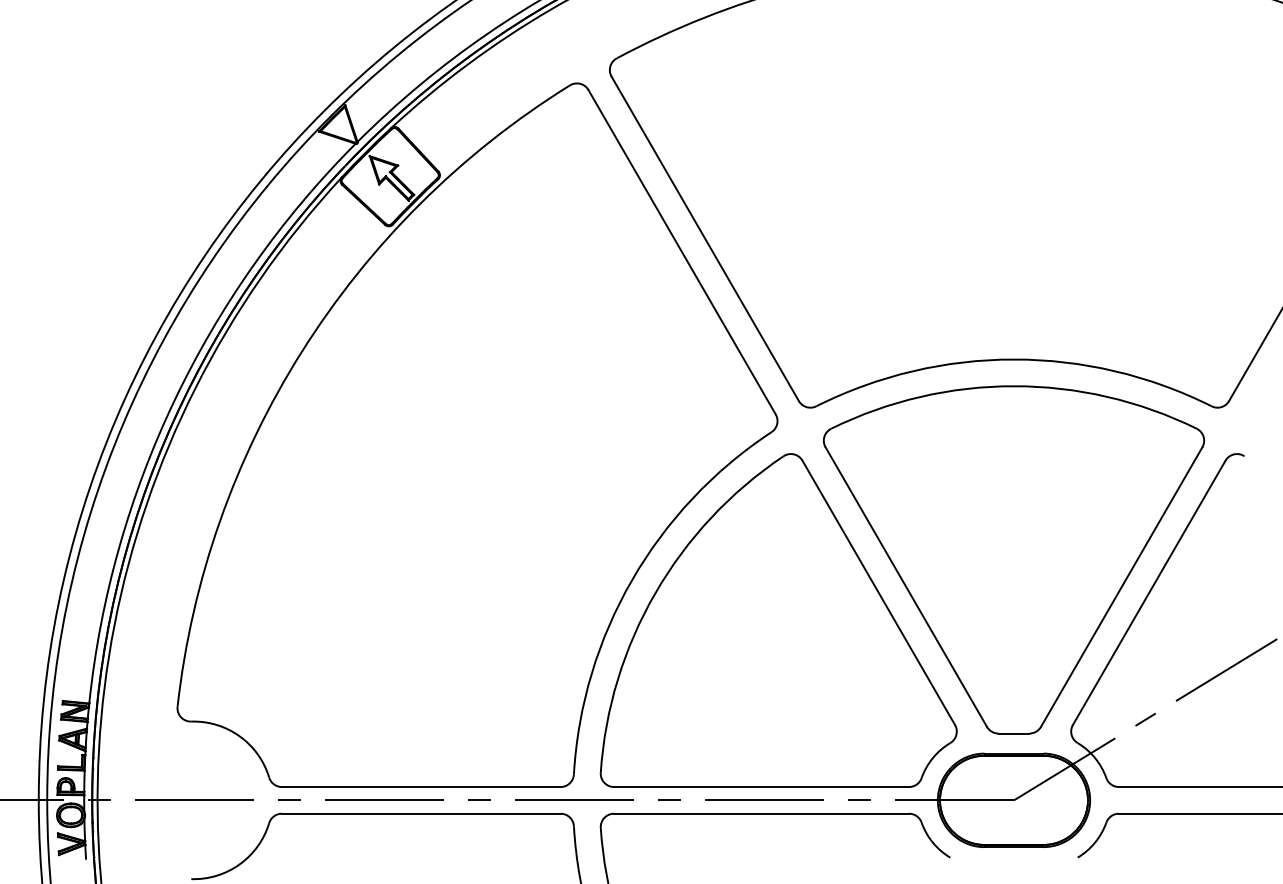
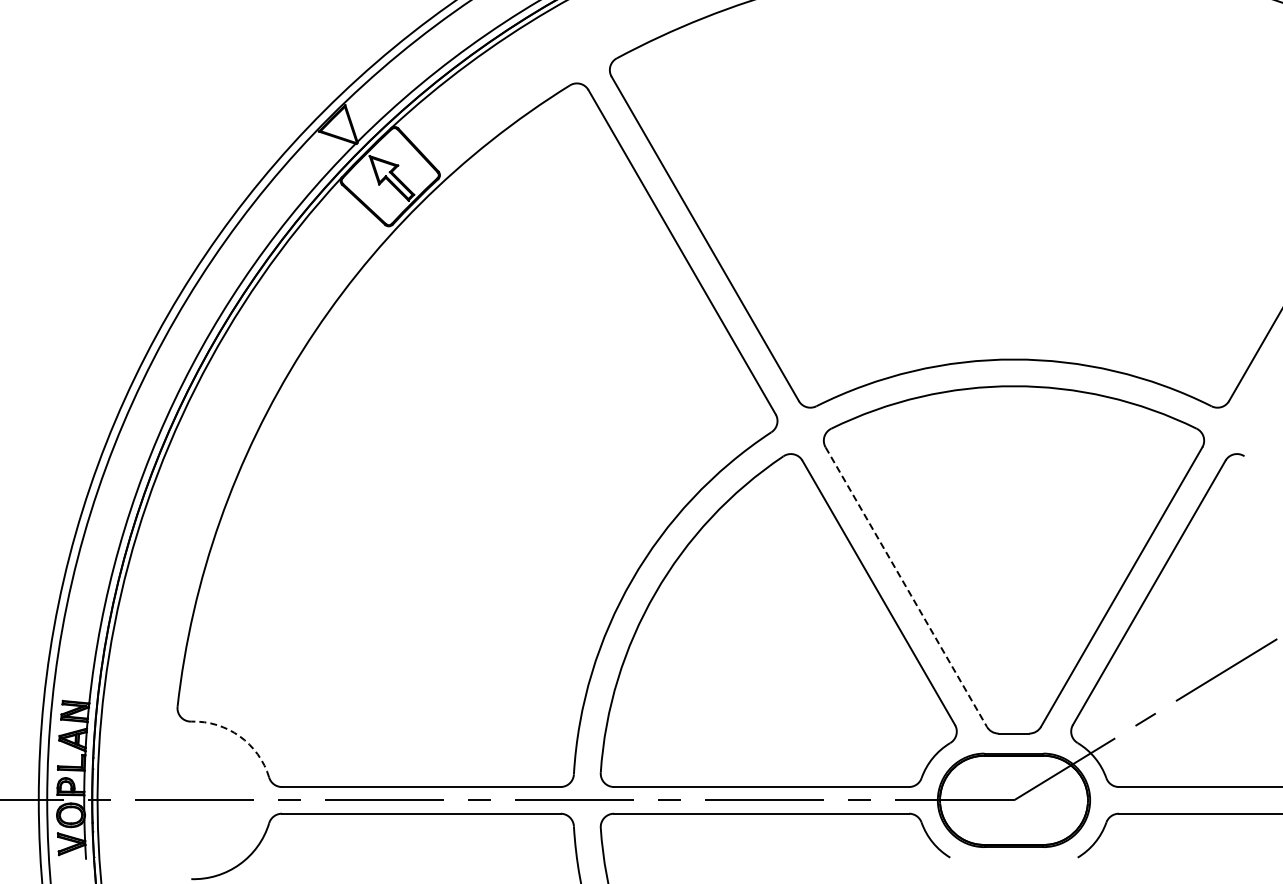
line at (906, 587): solid -> dashed
arc at (239, 736): solid -> dashed
